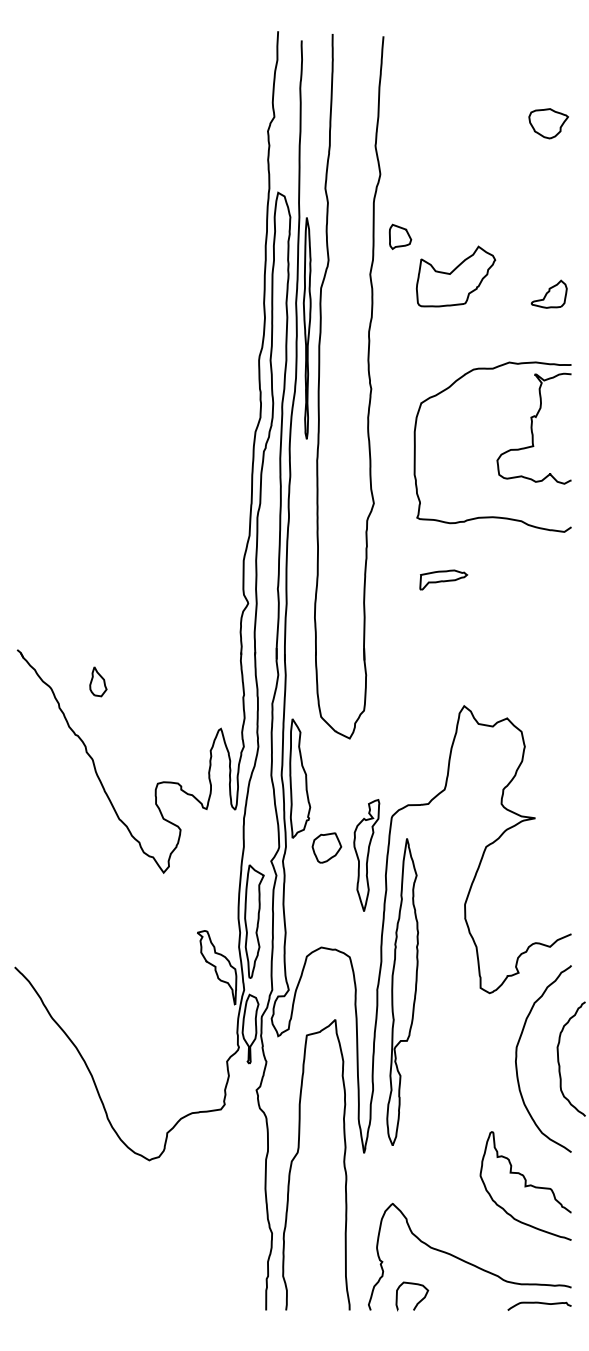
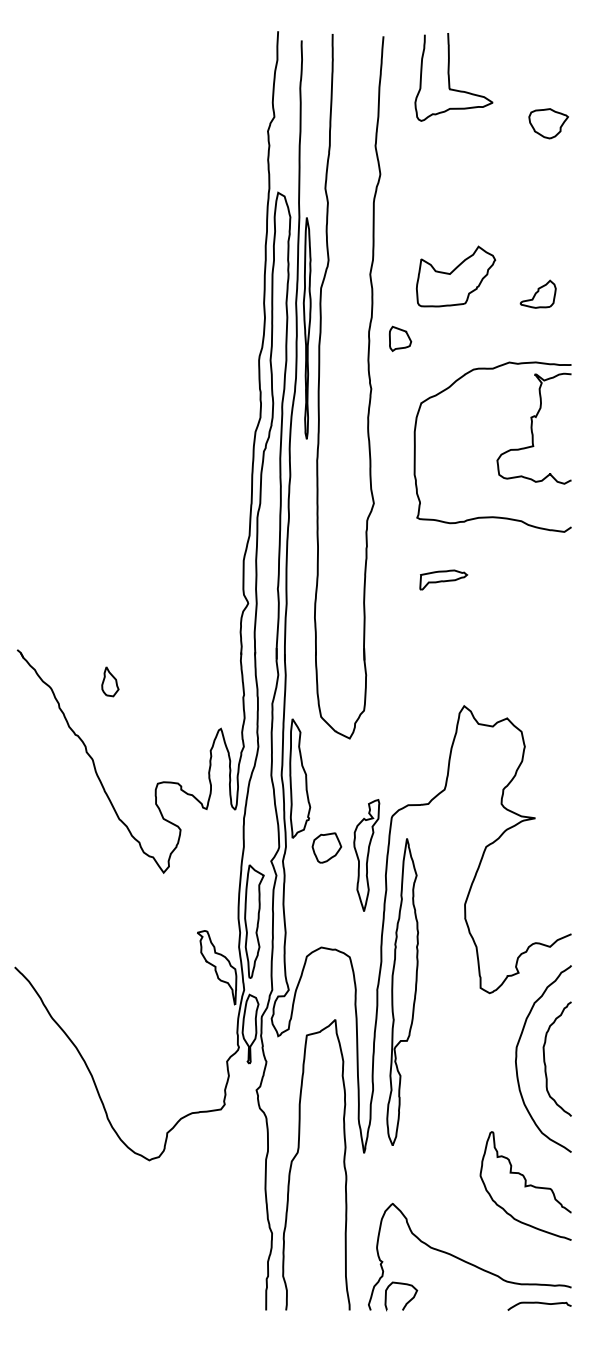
curve at (449, 77): none -> present
part at (400, 236) position: (400, 236) -> (400, 338)
part at (548, 293) position: (548, 293) -> (537, 293)
part at (98, 681) position: (98, 681) -> (110, 681)
curve at (559, 1058) position: (559, 1058) -> (545, 1058)
curve at (418, 1301) position: (418, 1301) -> (407, 1301)
